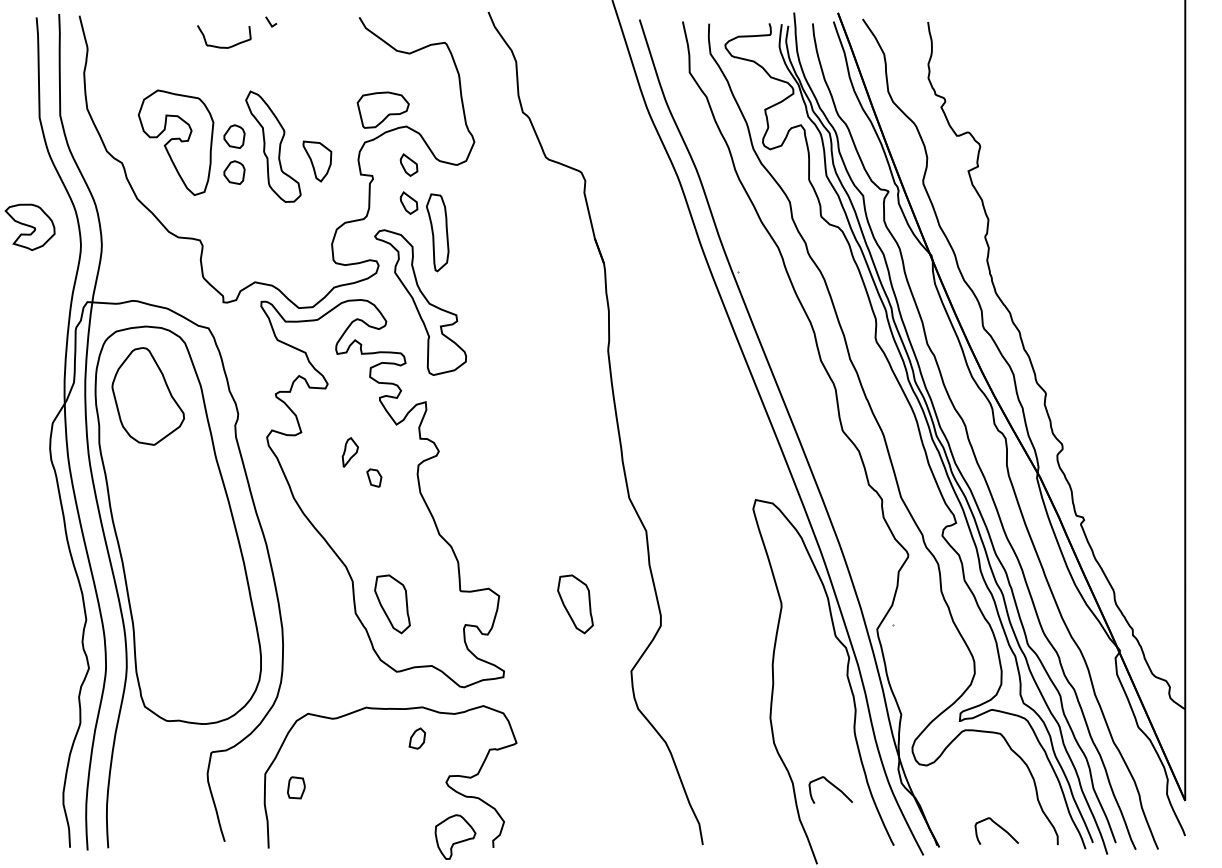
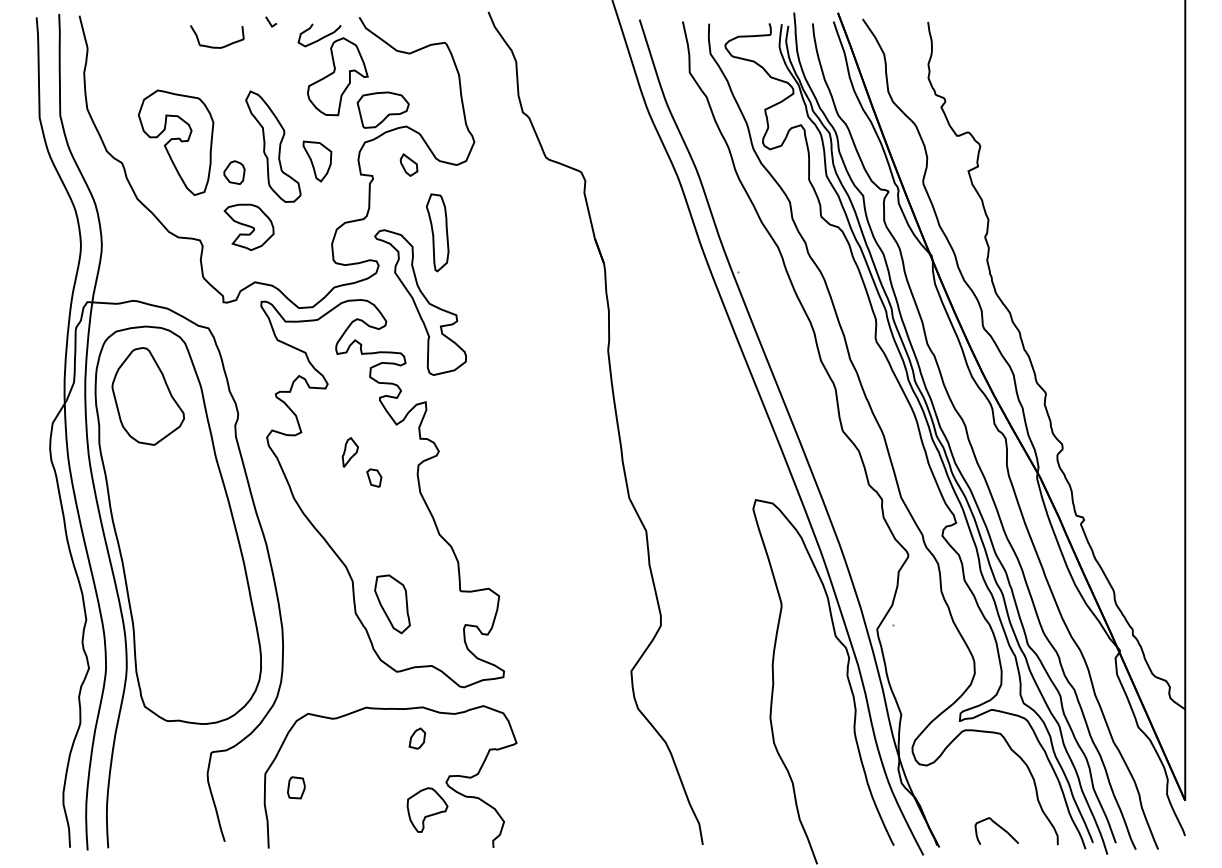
curve at (224, 46) position: (224, 46) -> (217, 46)
part at (332, 69): none -> present
part at (234, 136): present -> none
part at (408, 202): present -> none
part at (29, 226) position: (29, 226) -> (248, 226)
part at (575, 604): present -> none
curve at (833, 786): present -> none
part at (455, 836) position: (455, 836) -> (427, 809)
